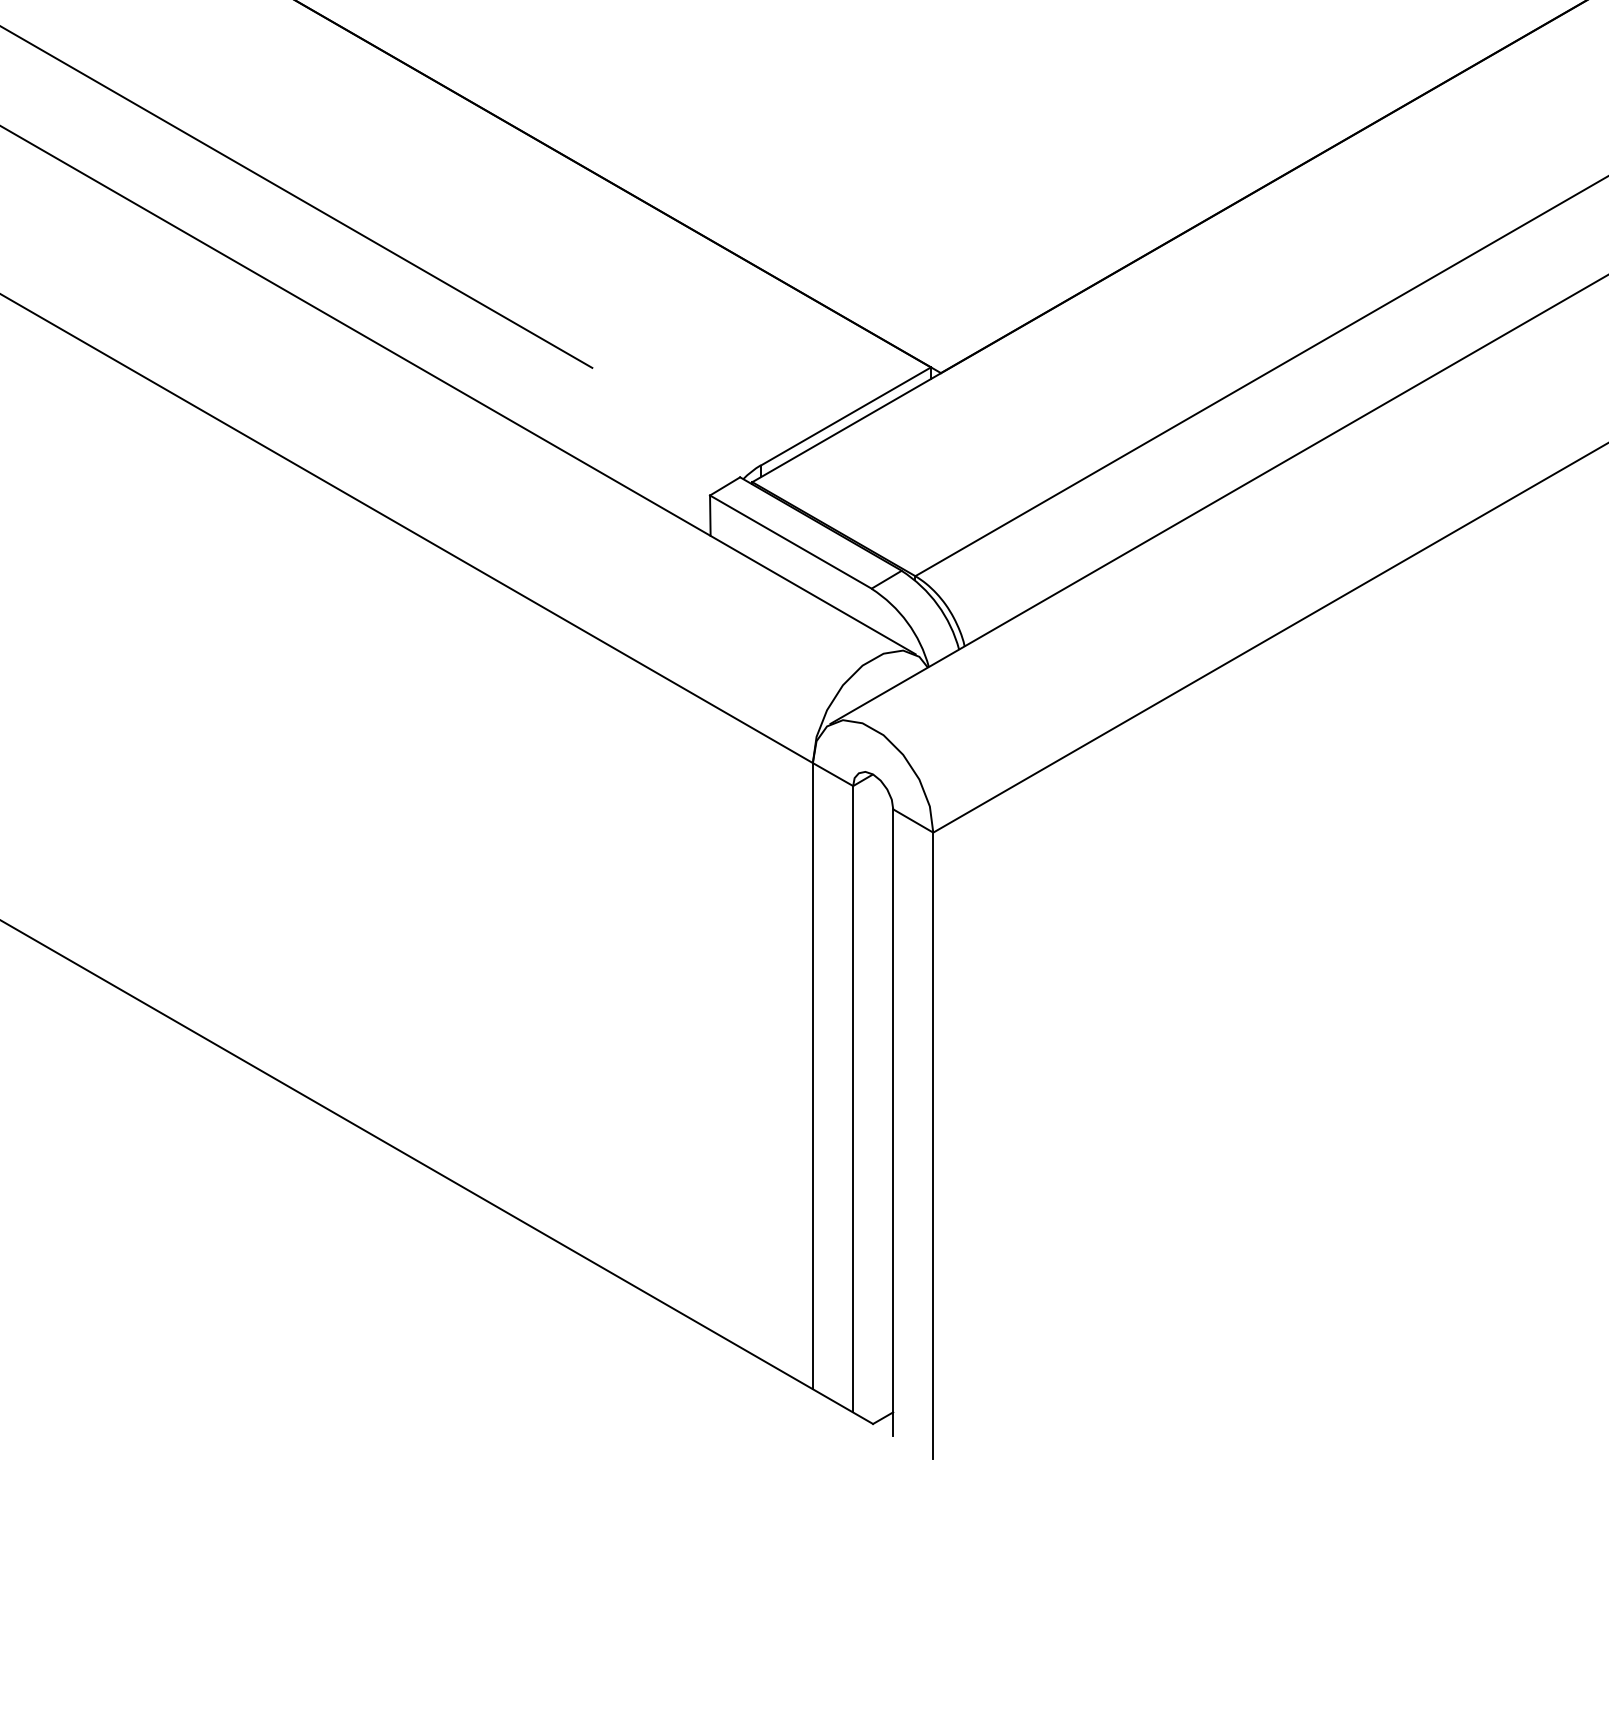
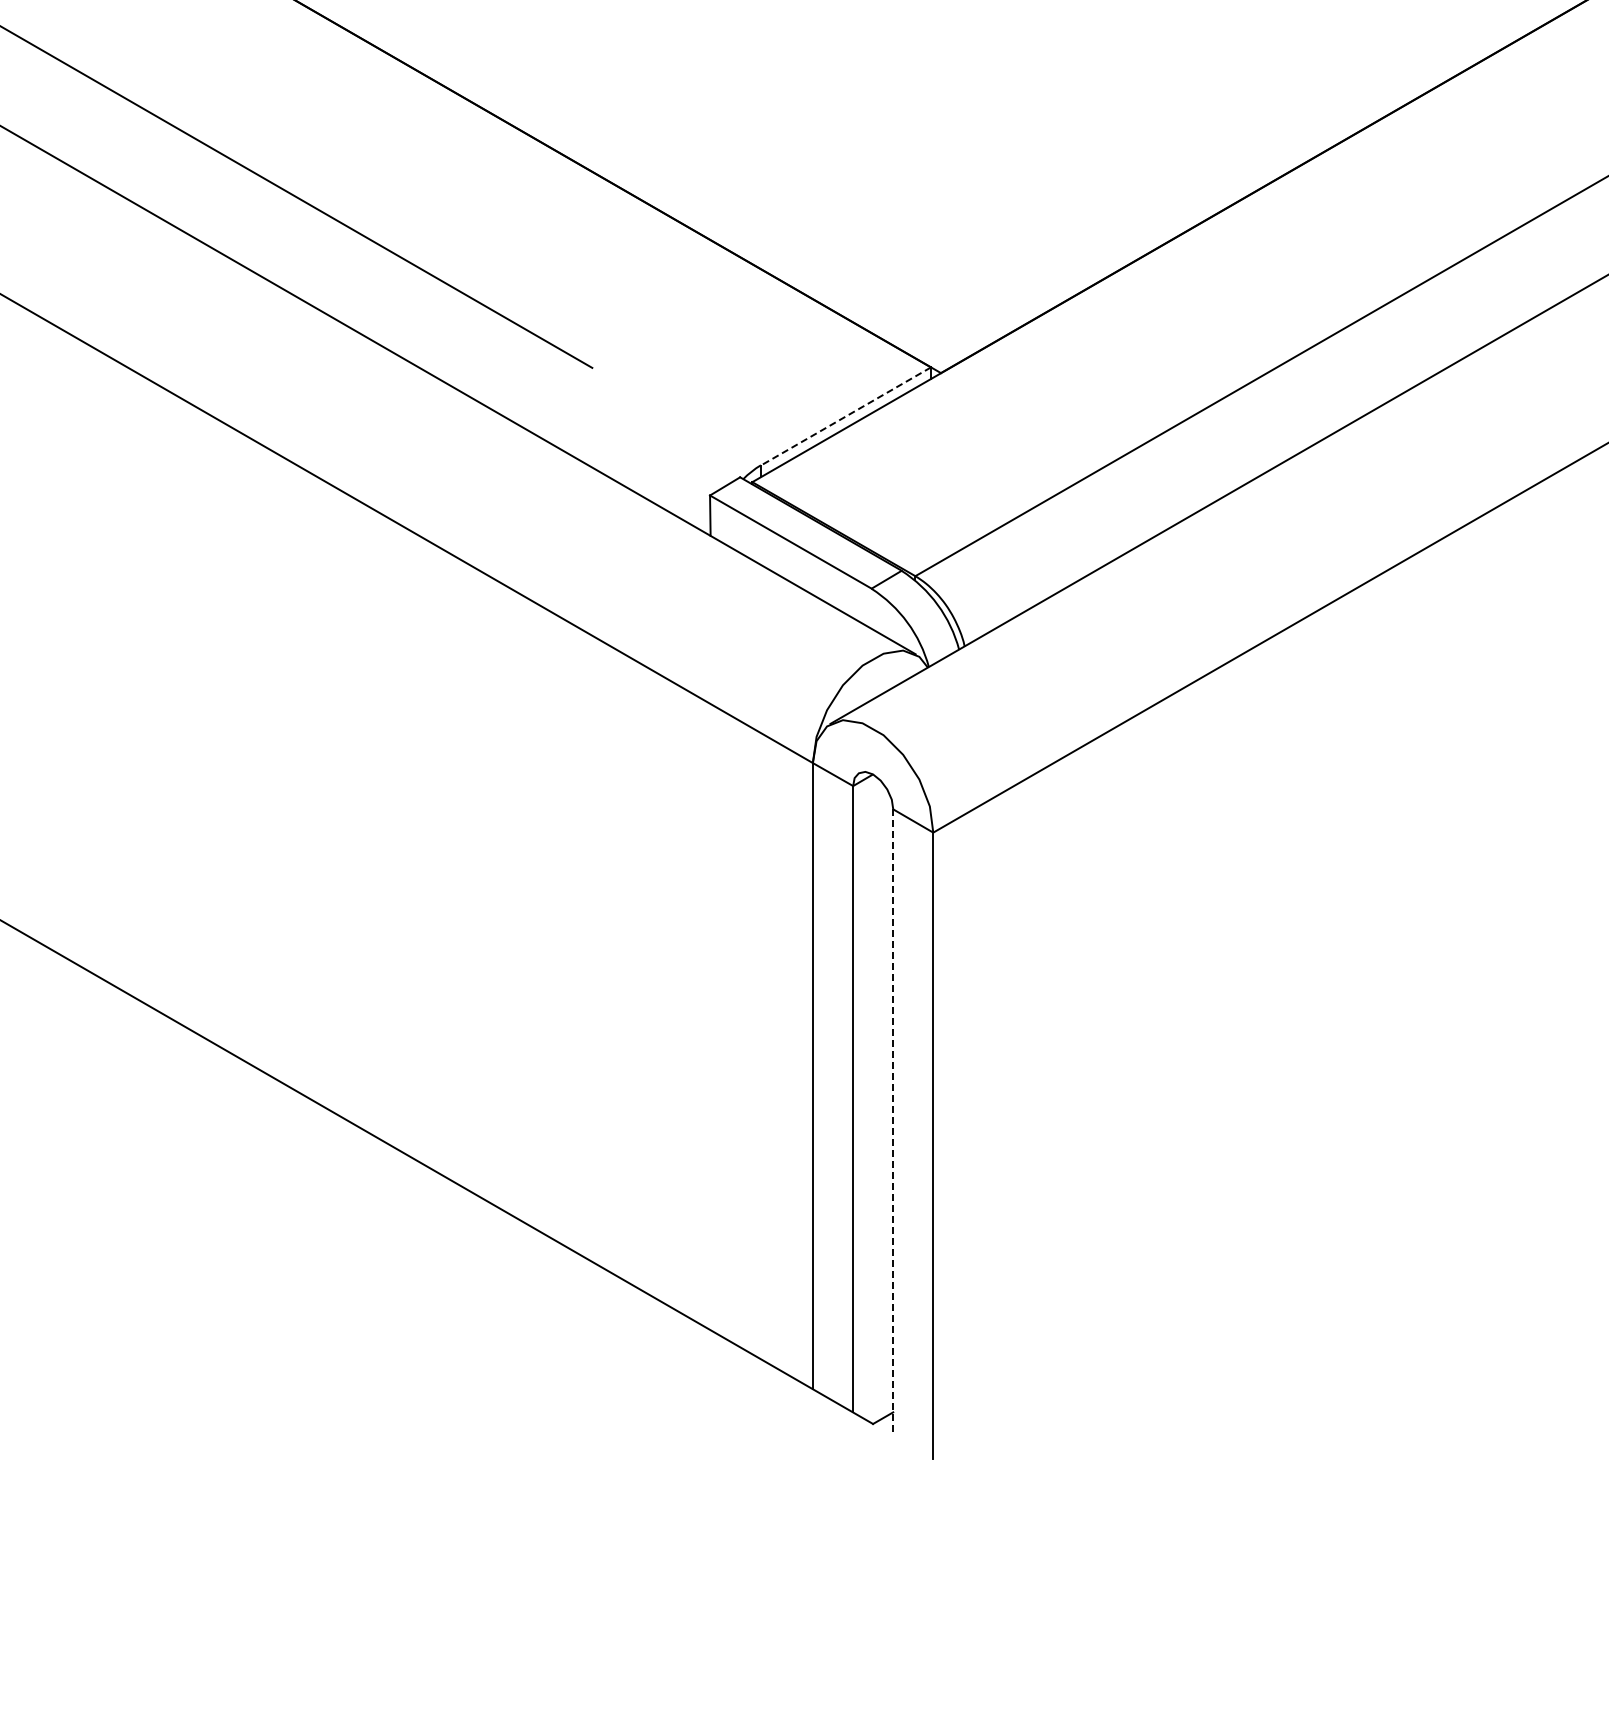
line at (845, 416): solid -> dashed
line at (893, 1122): solid -> dashed
